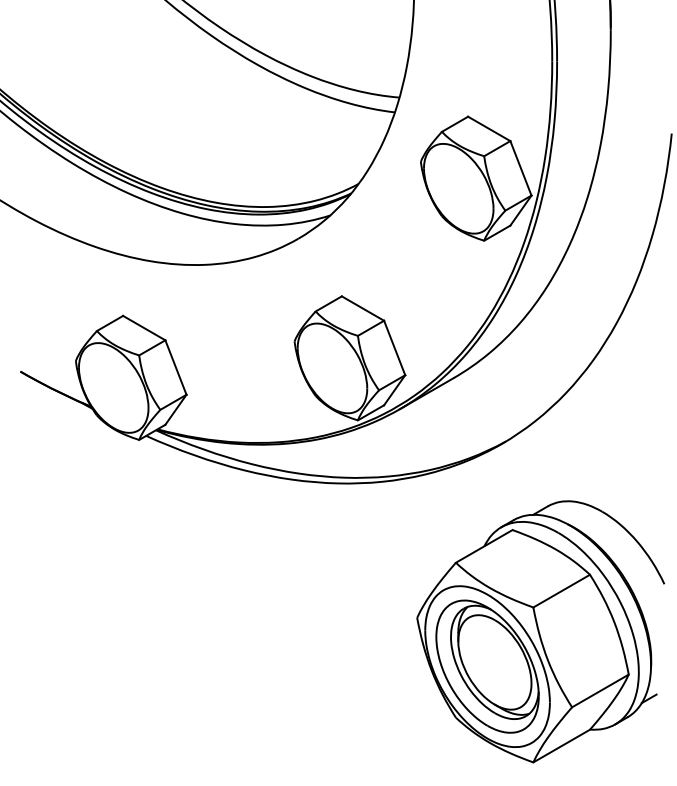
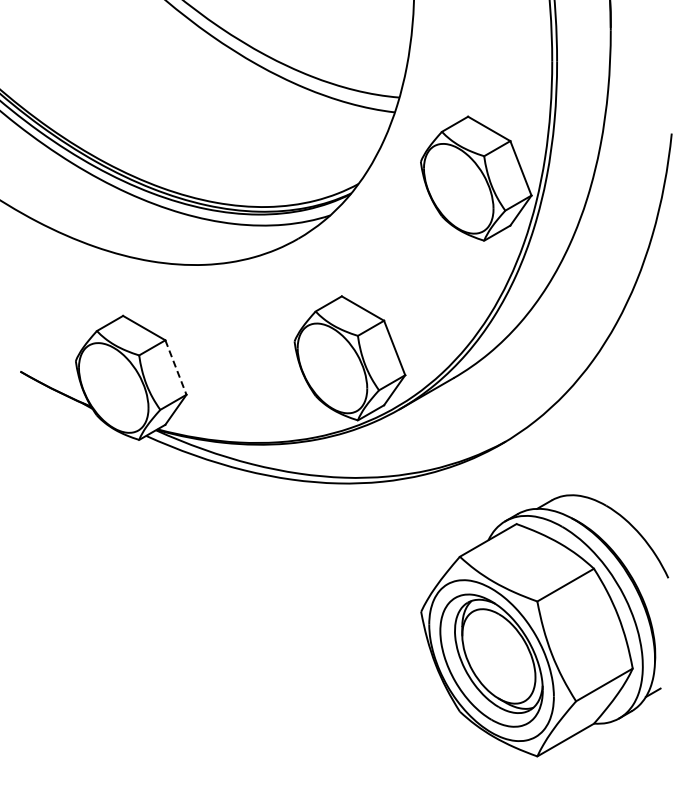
line at (176, 368): solid -> dashed
part at (540, 631) position: (540, 631) -> (544, 625)
